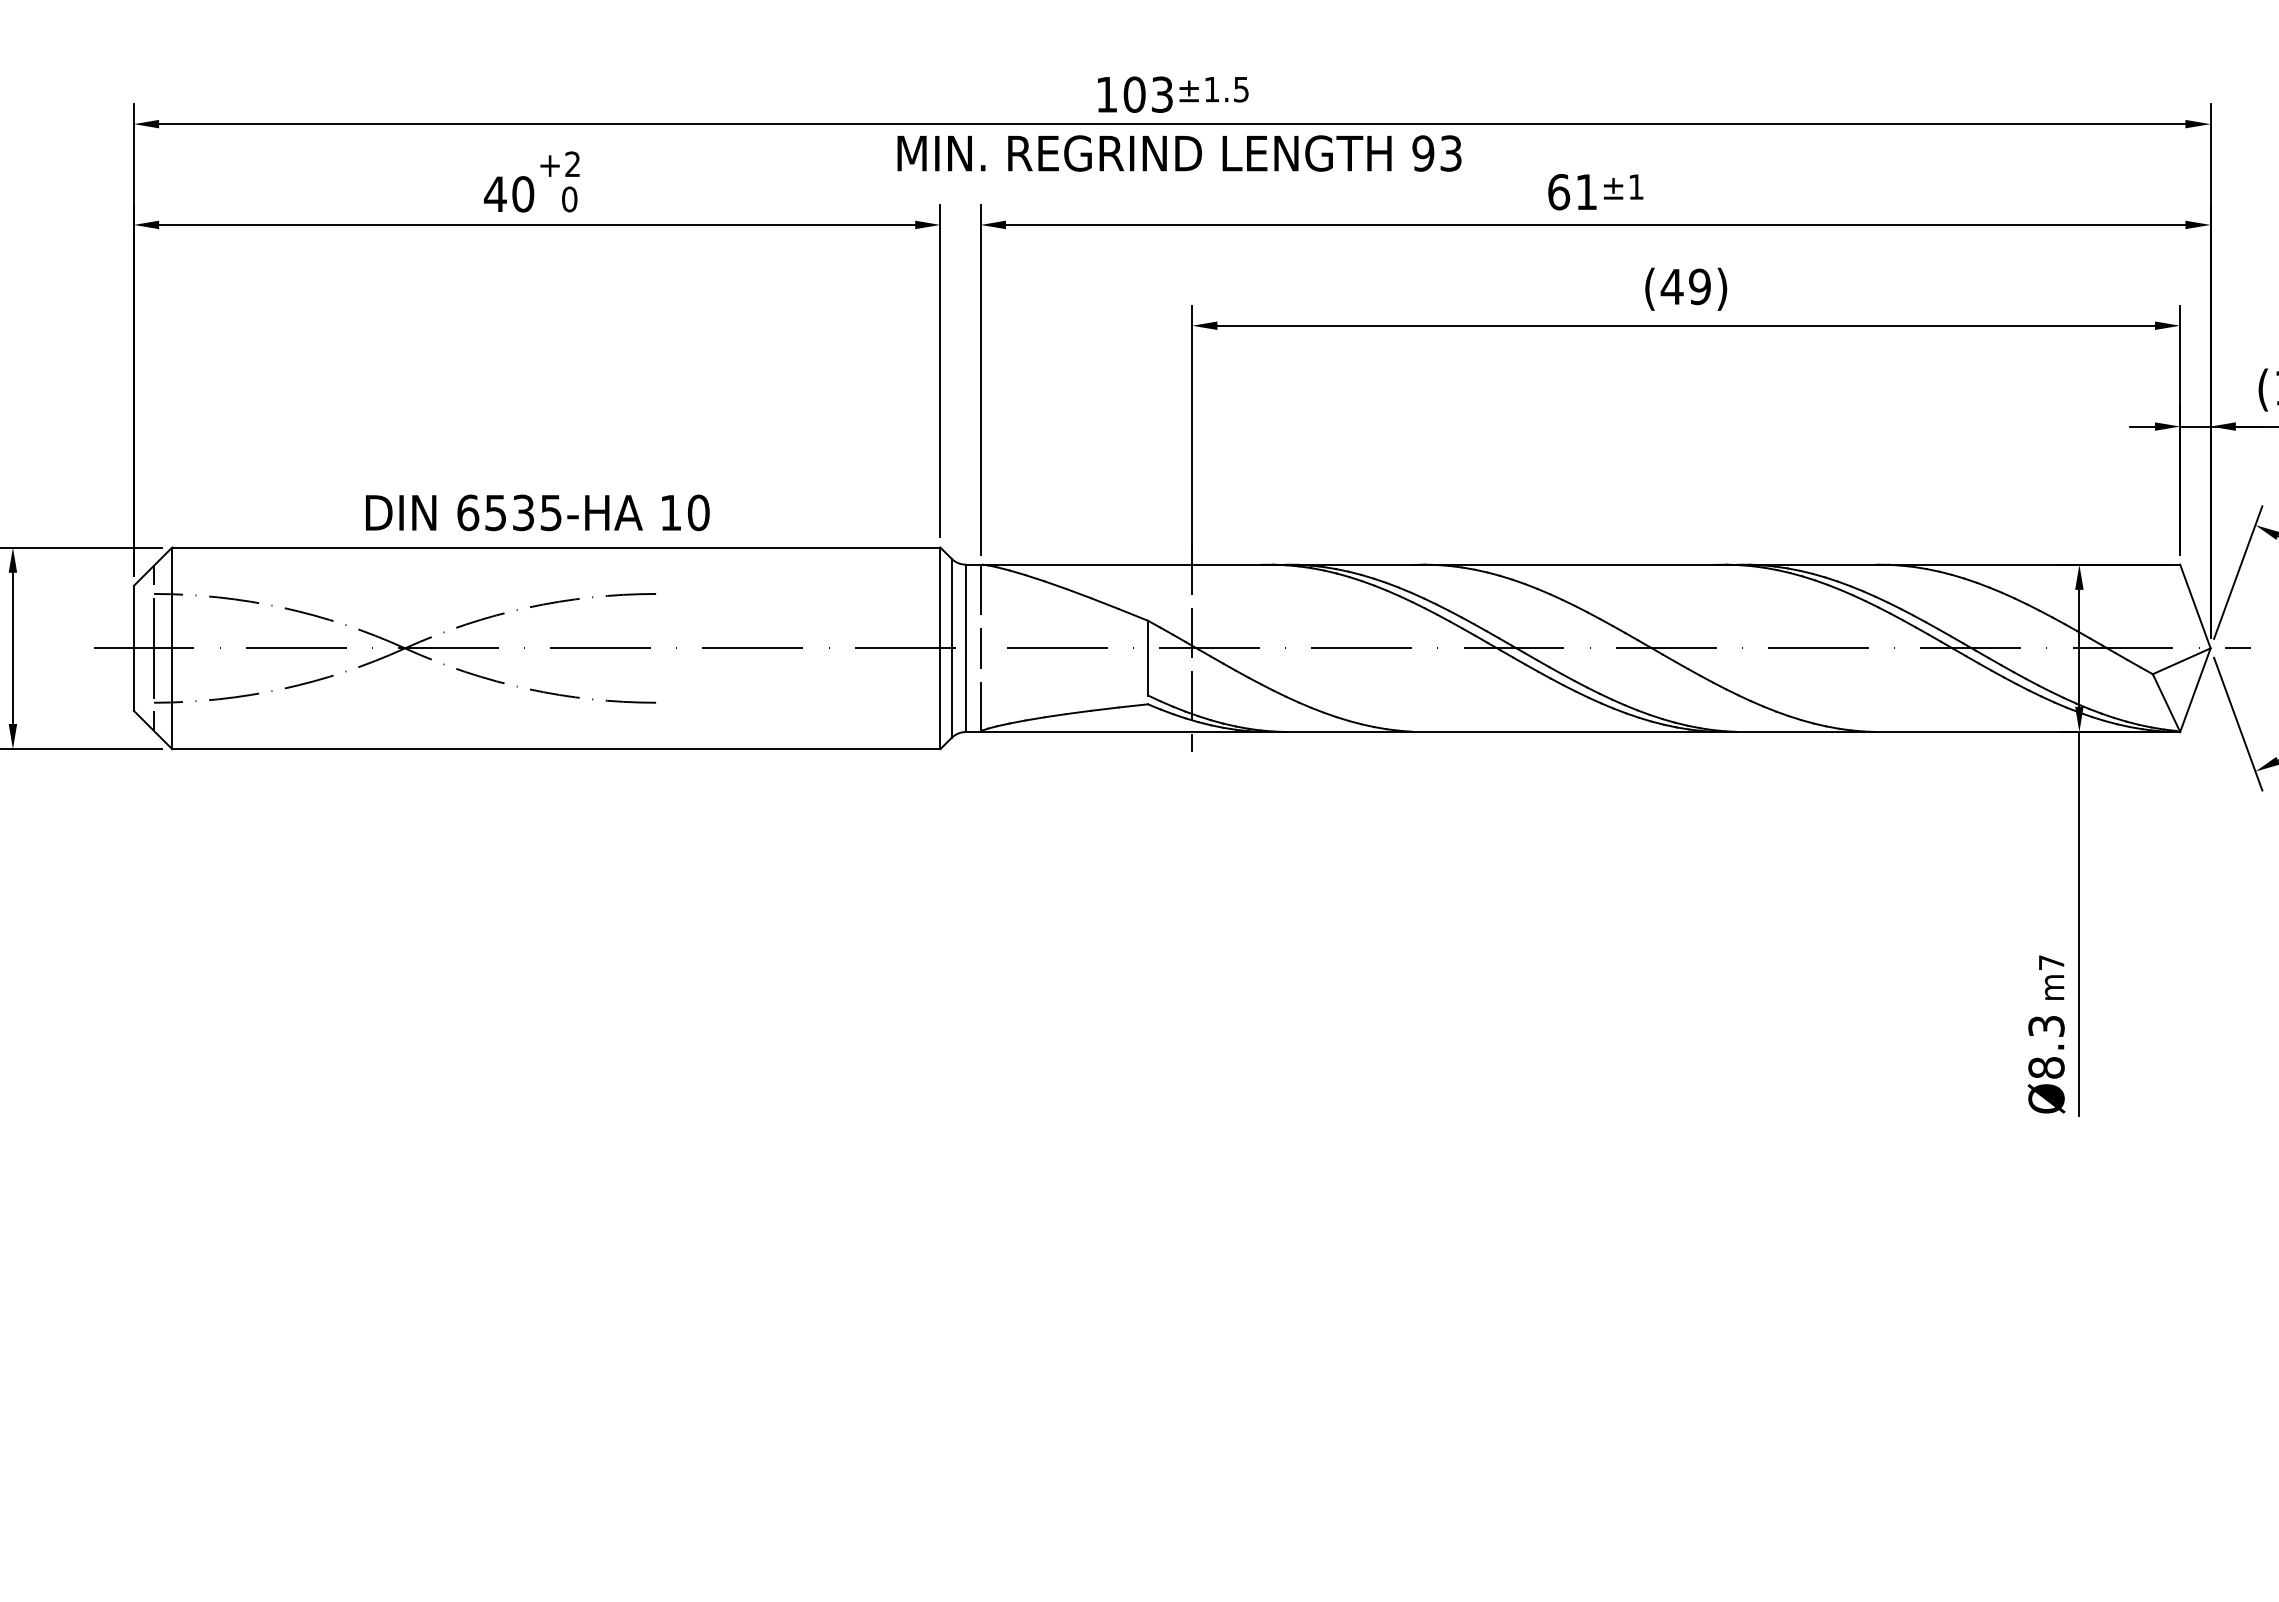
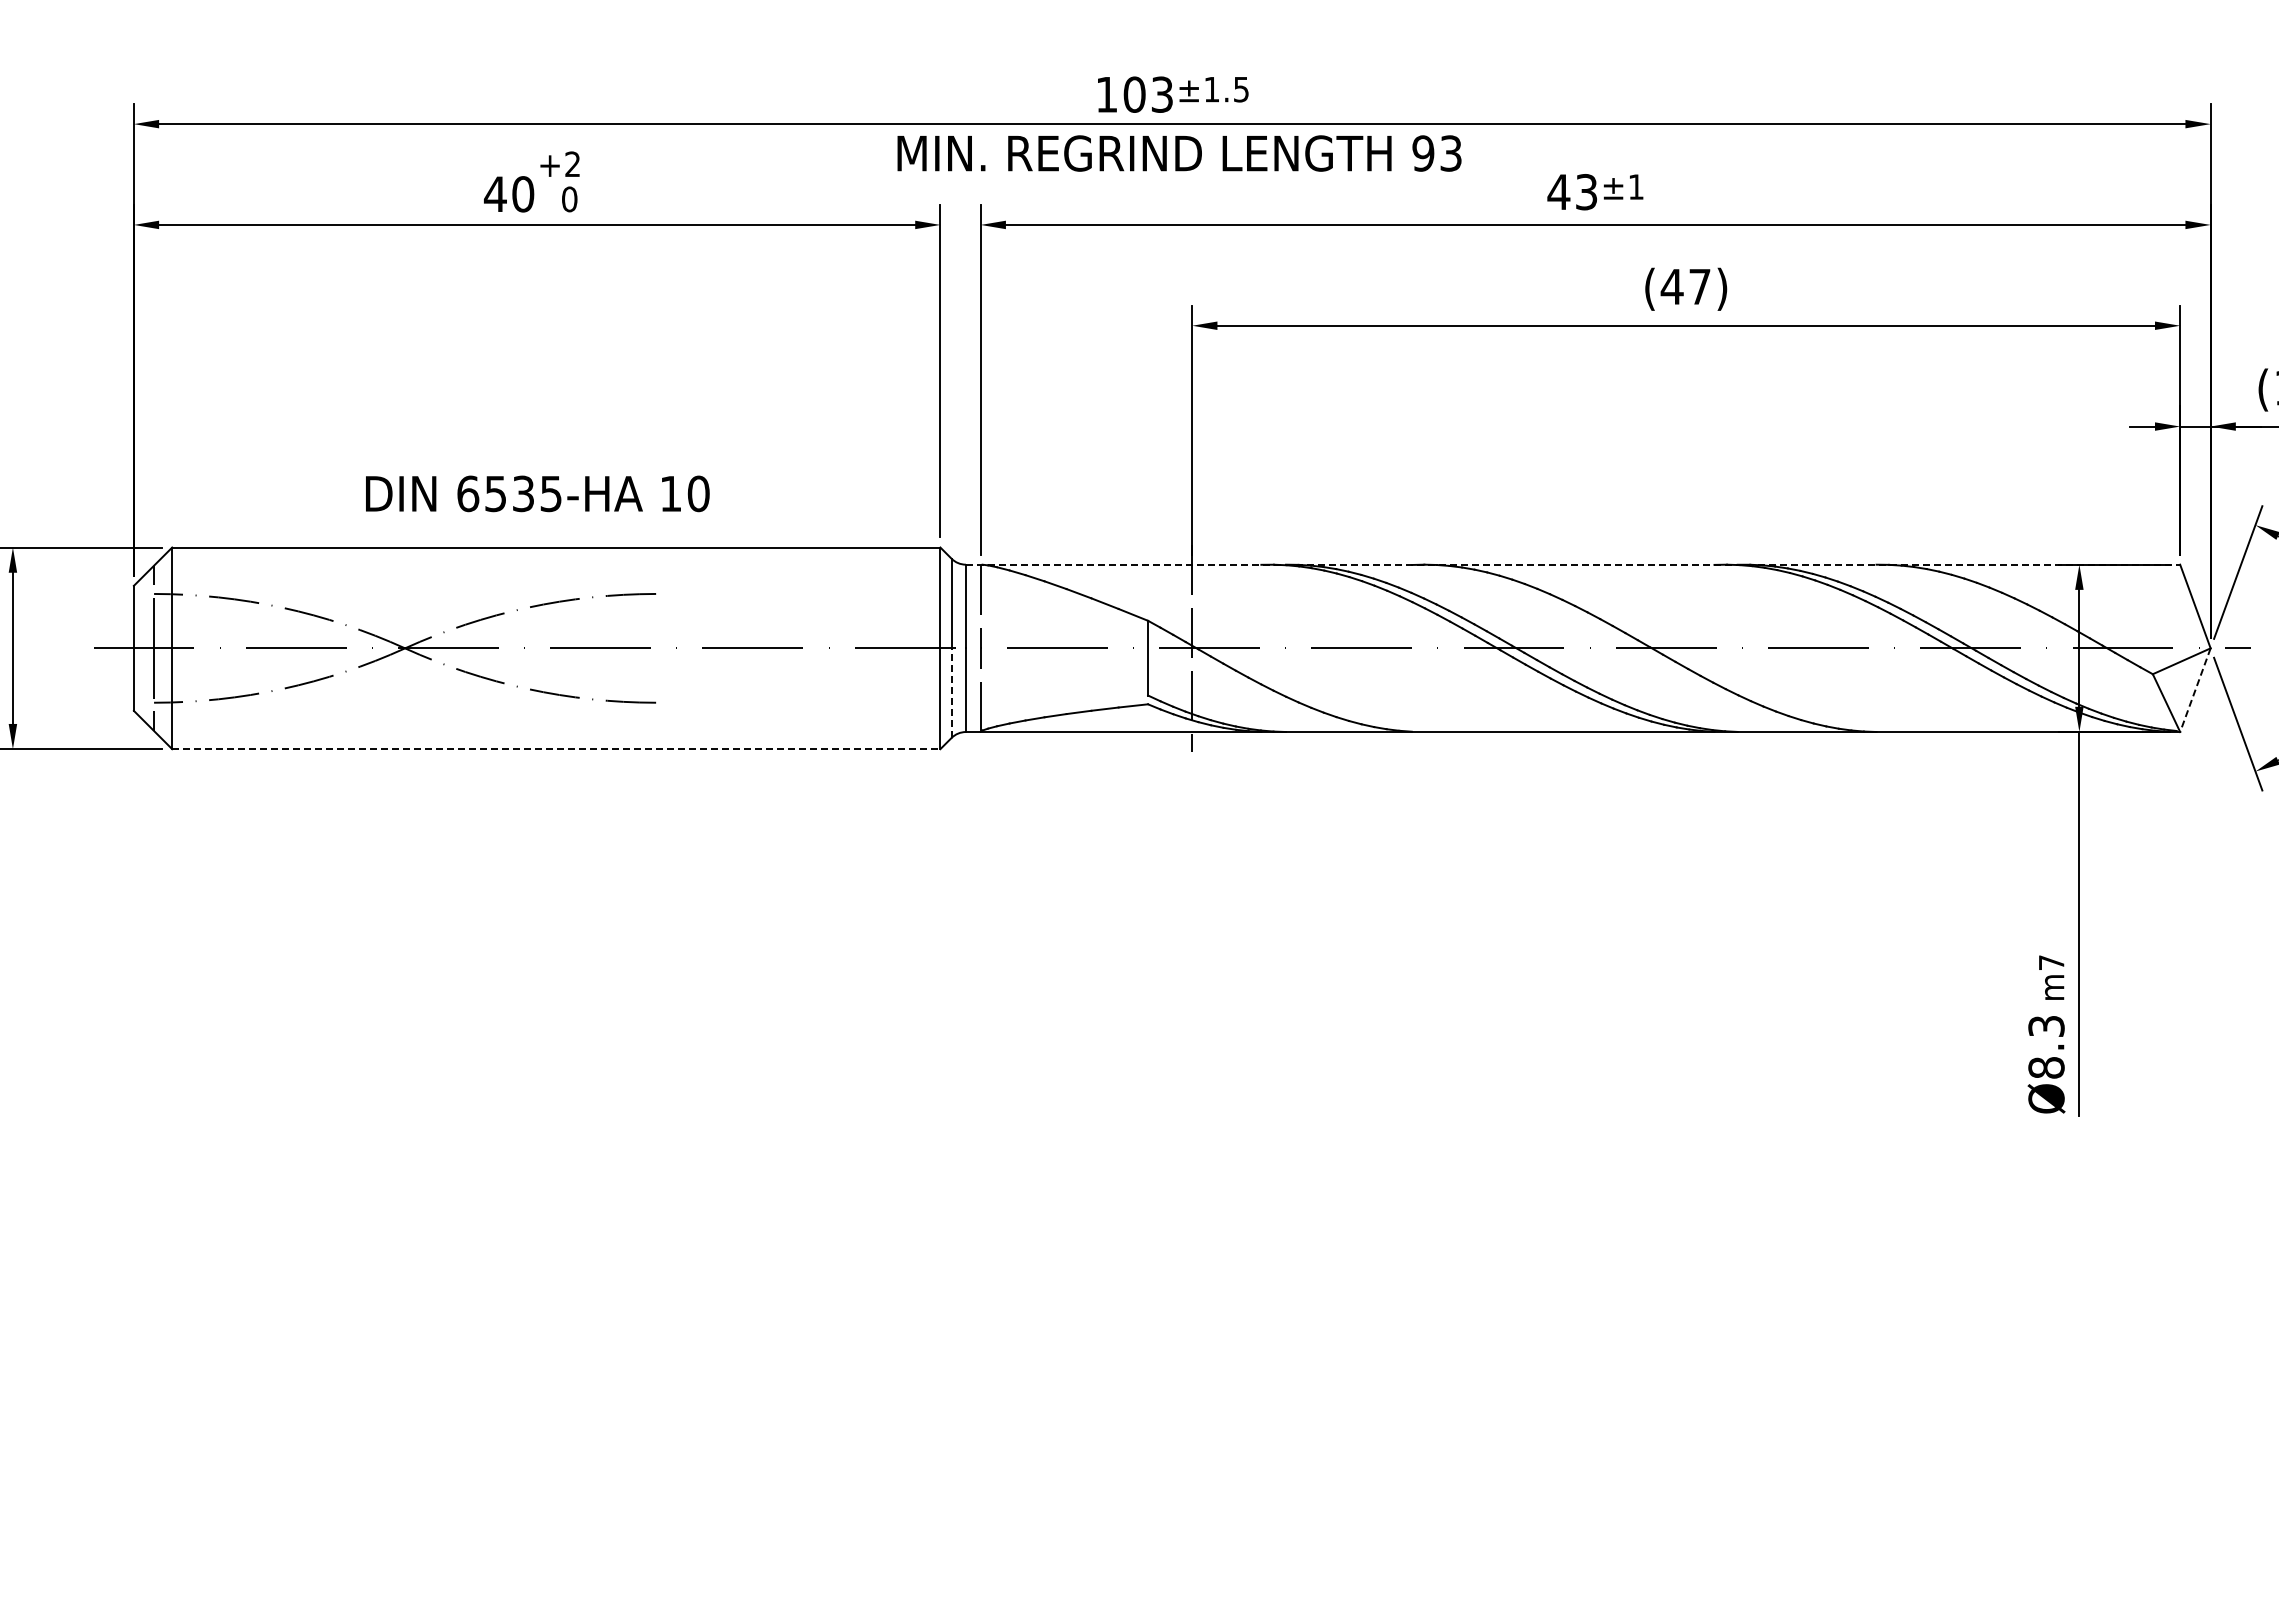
text at (1572, 192): 61 -> 43
text at (1699, 286): (49) -> (47)
text at (537, 512) position: (537, 512) -> (537, 493)
line at (1573, 564): solid -> dashed
line at (2195, 690): solid -> dashed
line at (951, 693): solid -> dashed
line at (556, 749): solid -> dashed
